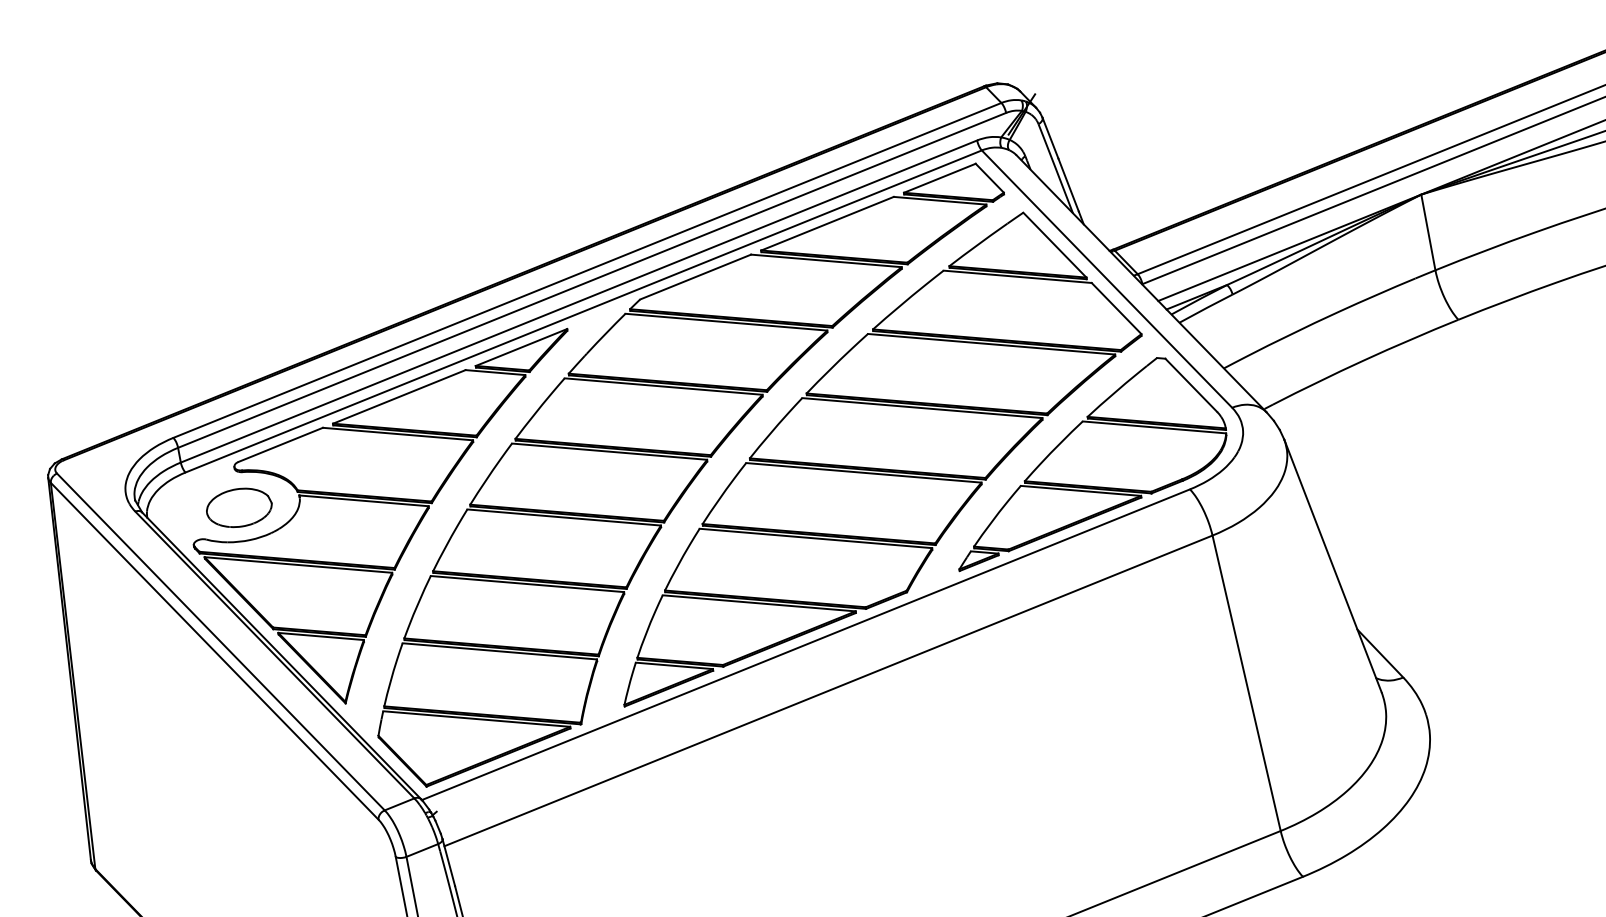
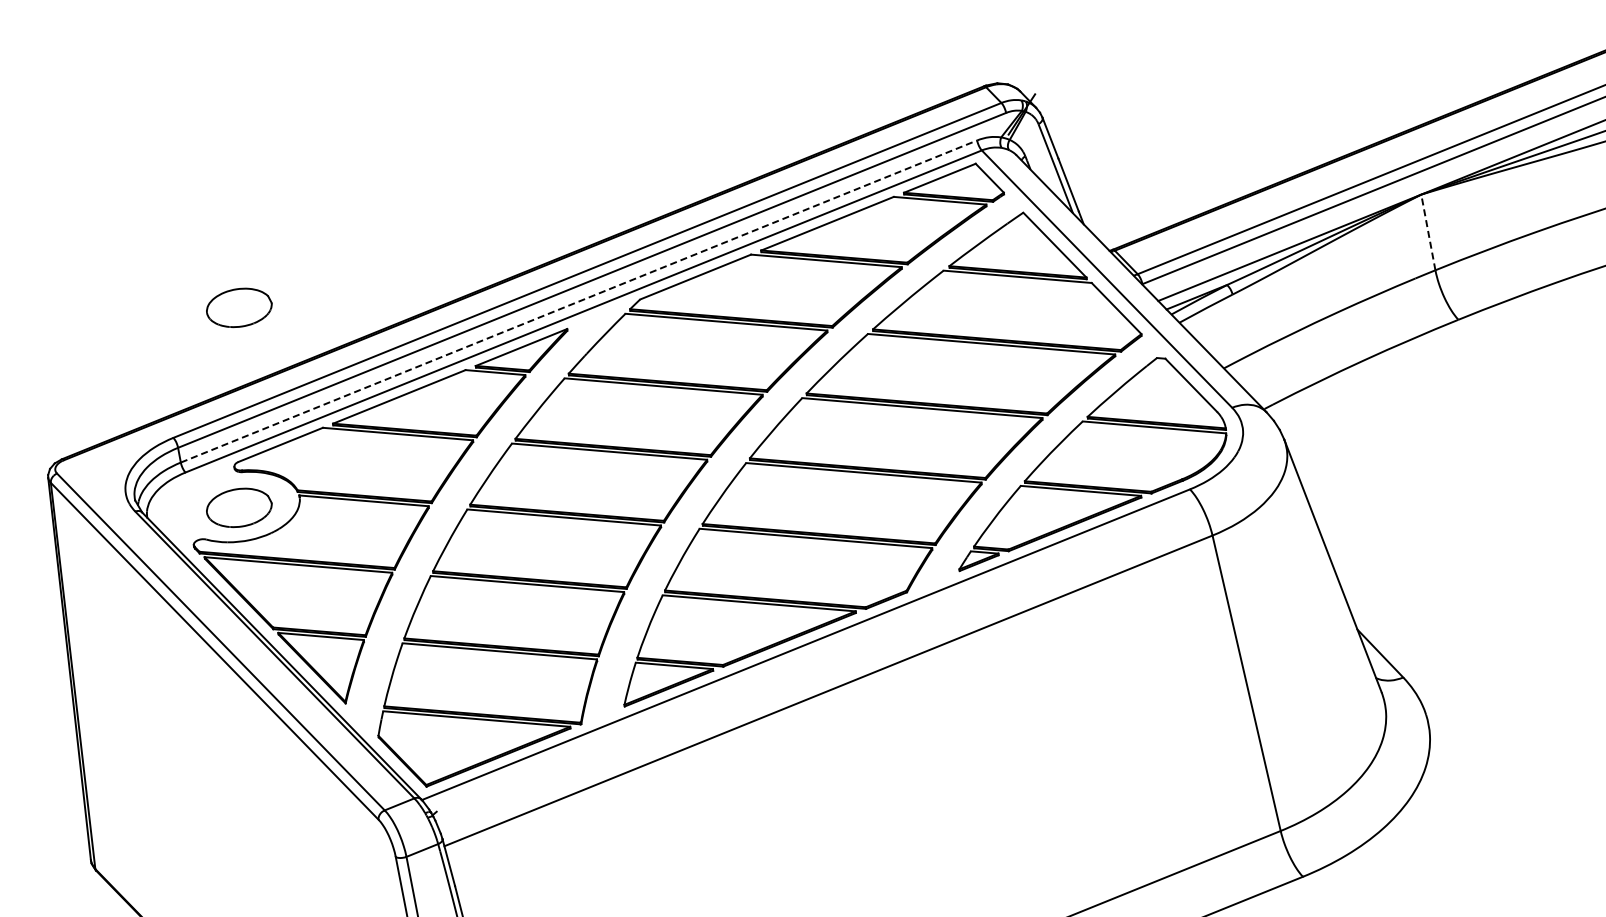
line at (1428, 231): solid -> dashed
line at (579, 301): solid -> dashed
part at (239, 307): none -> present
